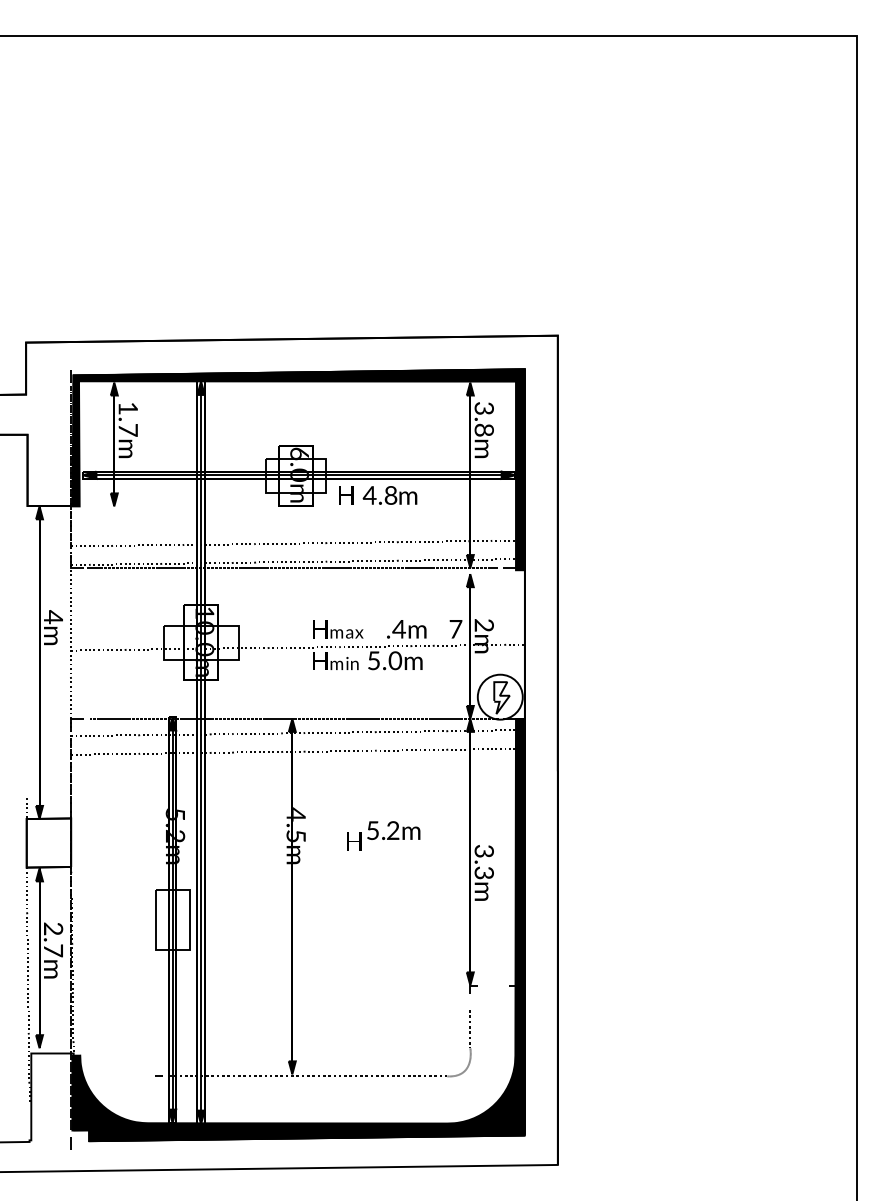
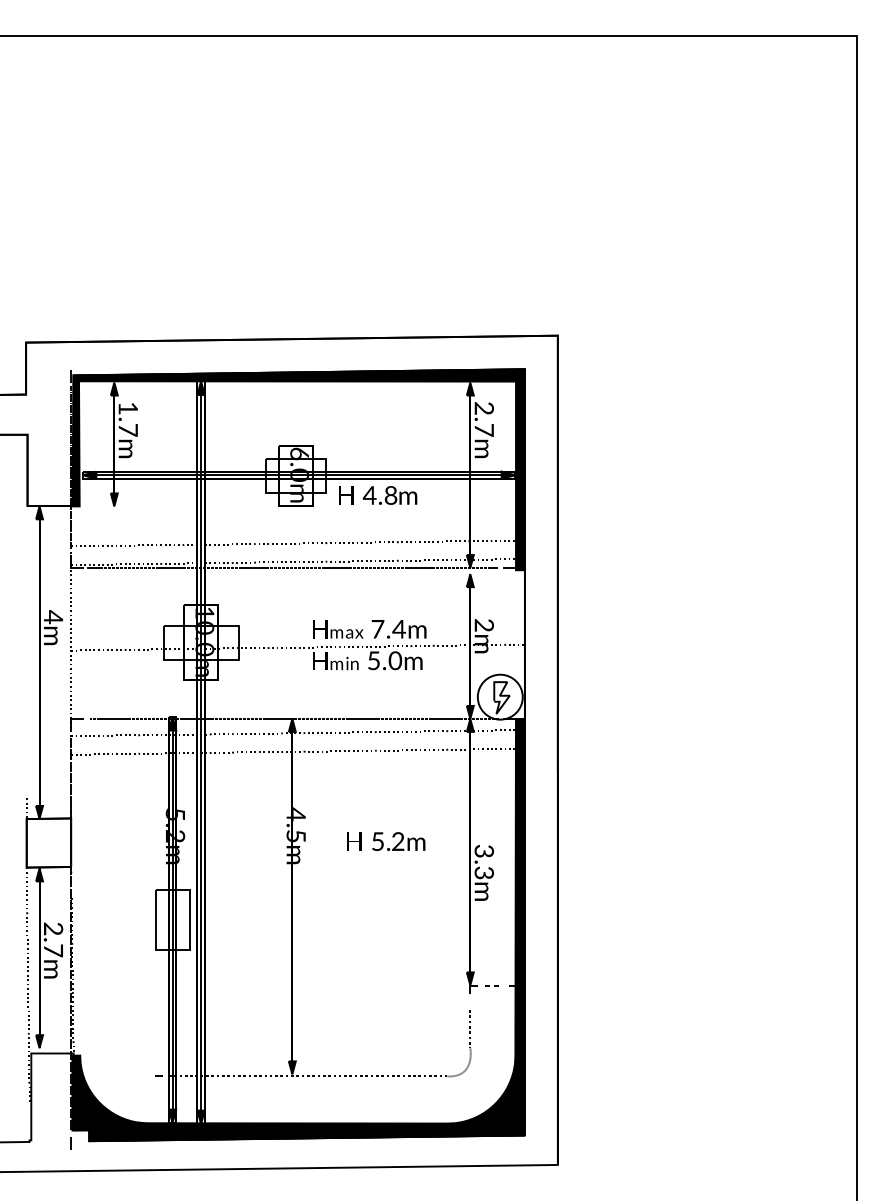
text at (483, 419): 3.8m -> 2.7m
text at (455, 629) position: (455, 629) -> (377, 629)
text at (393, 830) position: (393, 830) -> (398, 841)
line at (489, 985): none -> present
